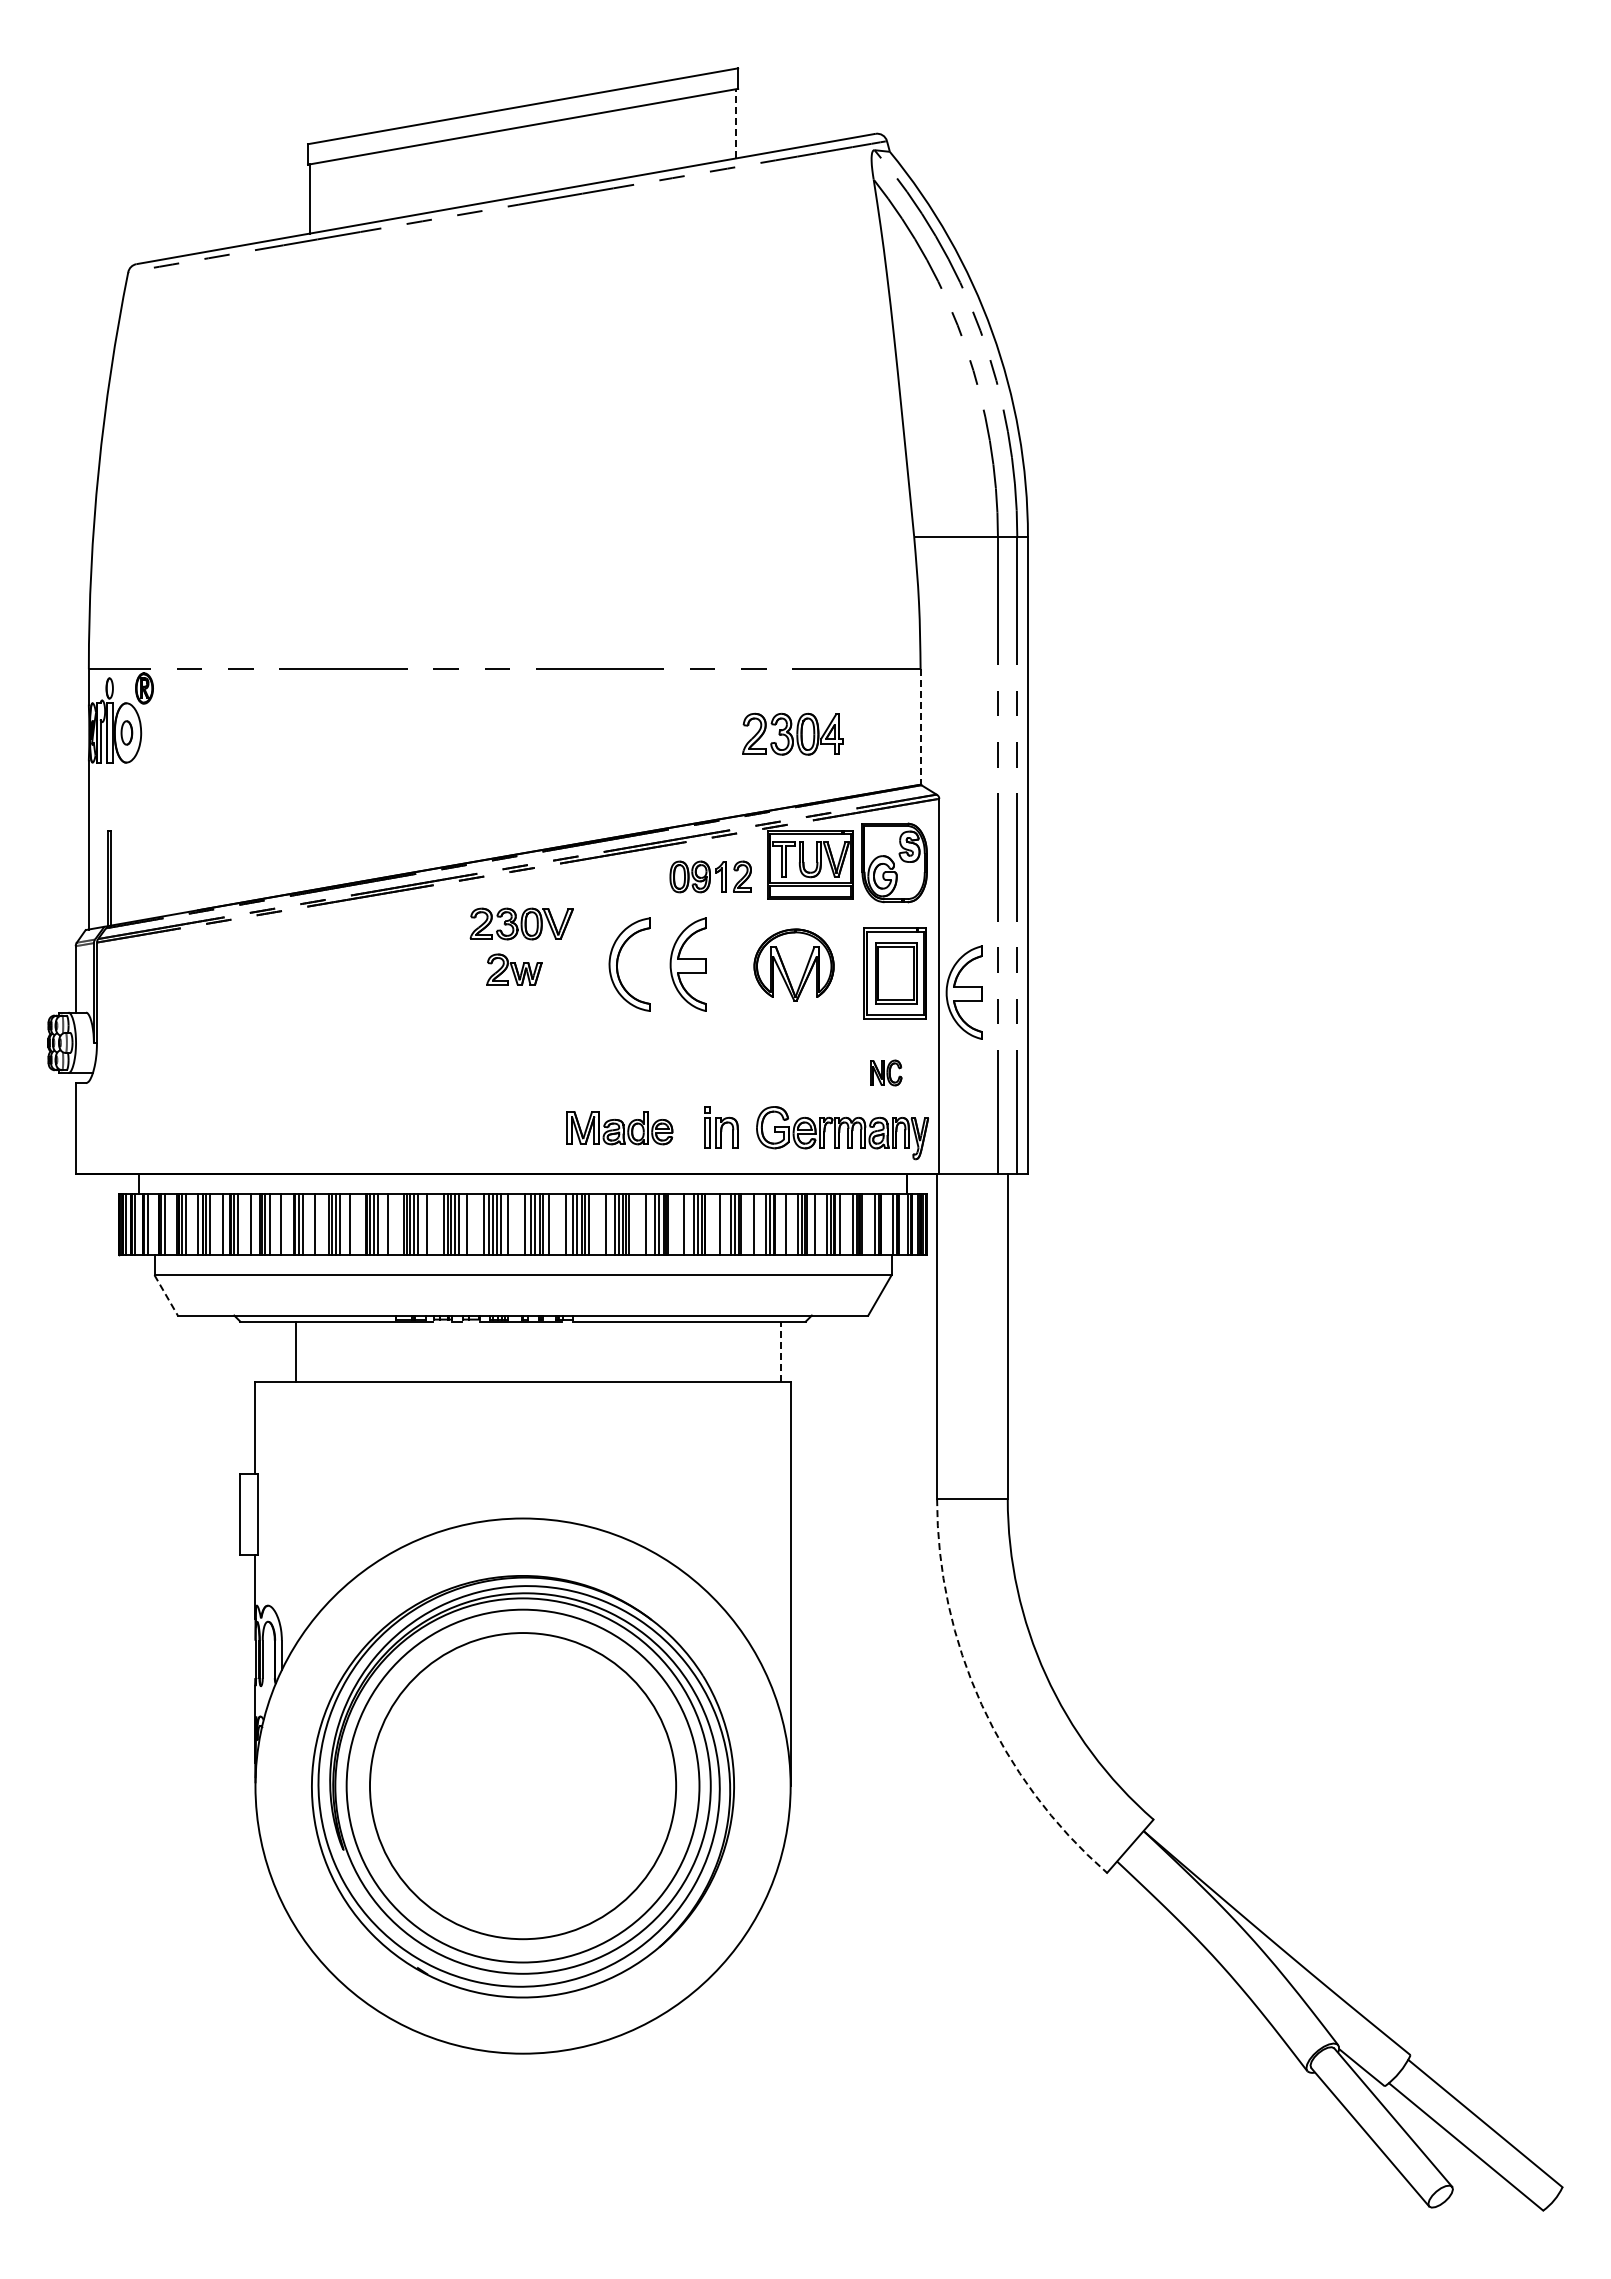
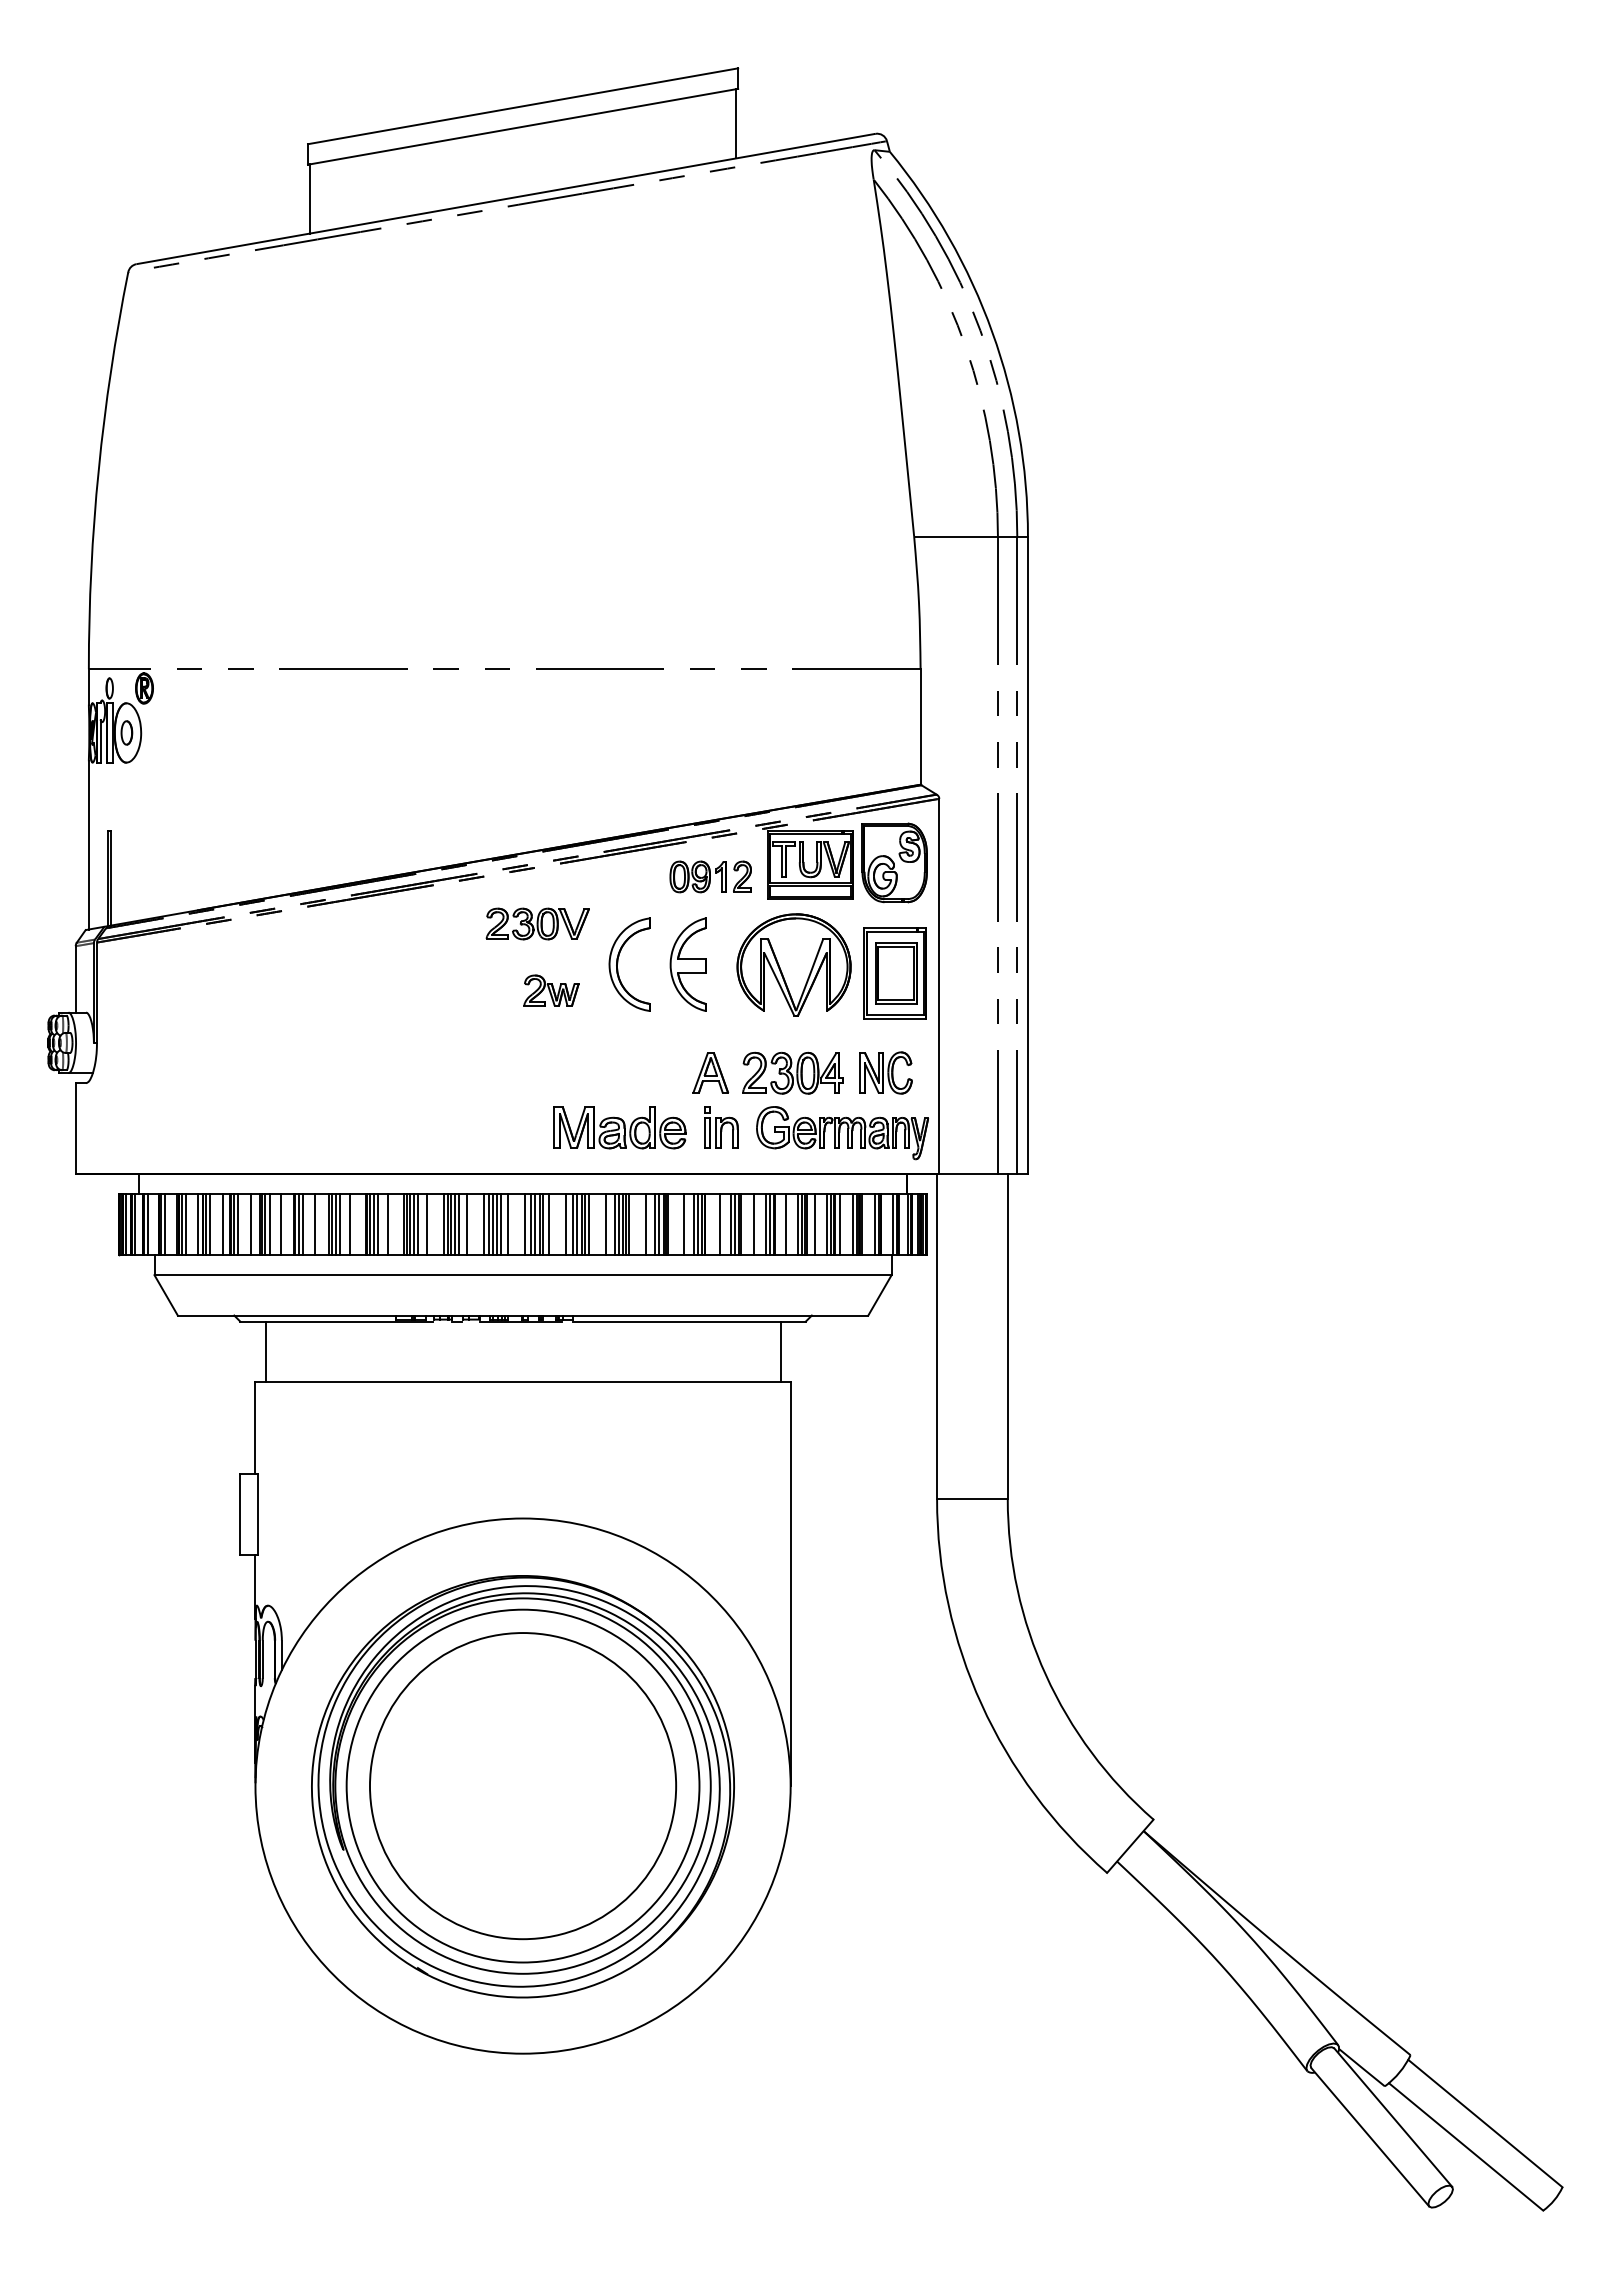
line at (736, 123): dashed -> solid
line at (920, 727): dashed -> solid
part at (792, 733) position: (792, 733) -> (792, 1072)
part at (521, 923) position: (521, 923) -> (537, 923)
part at (793, 964) size: 82x74 px -> 116x104 px
part at (514, 969) position: (514, 969) -> (551, 990)
part at (963, 992): present -> none
part at (710, 1072): none -> present
part at (886, 1072) size: 33x28 px -> 54x44 px
part at (619, 1128) size: 108x35 px -> 134x44 px
line at (166, 1295): dashed -> solid
line at (295, 1351) position: (295, 1351) -> (265, 1351)
line at (780, 1351): dashed -> solid
arc at (981, 1704): dashed -> solid
